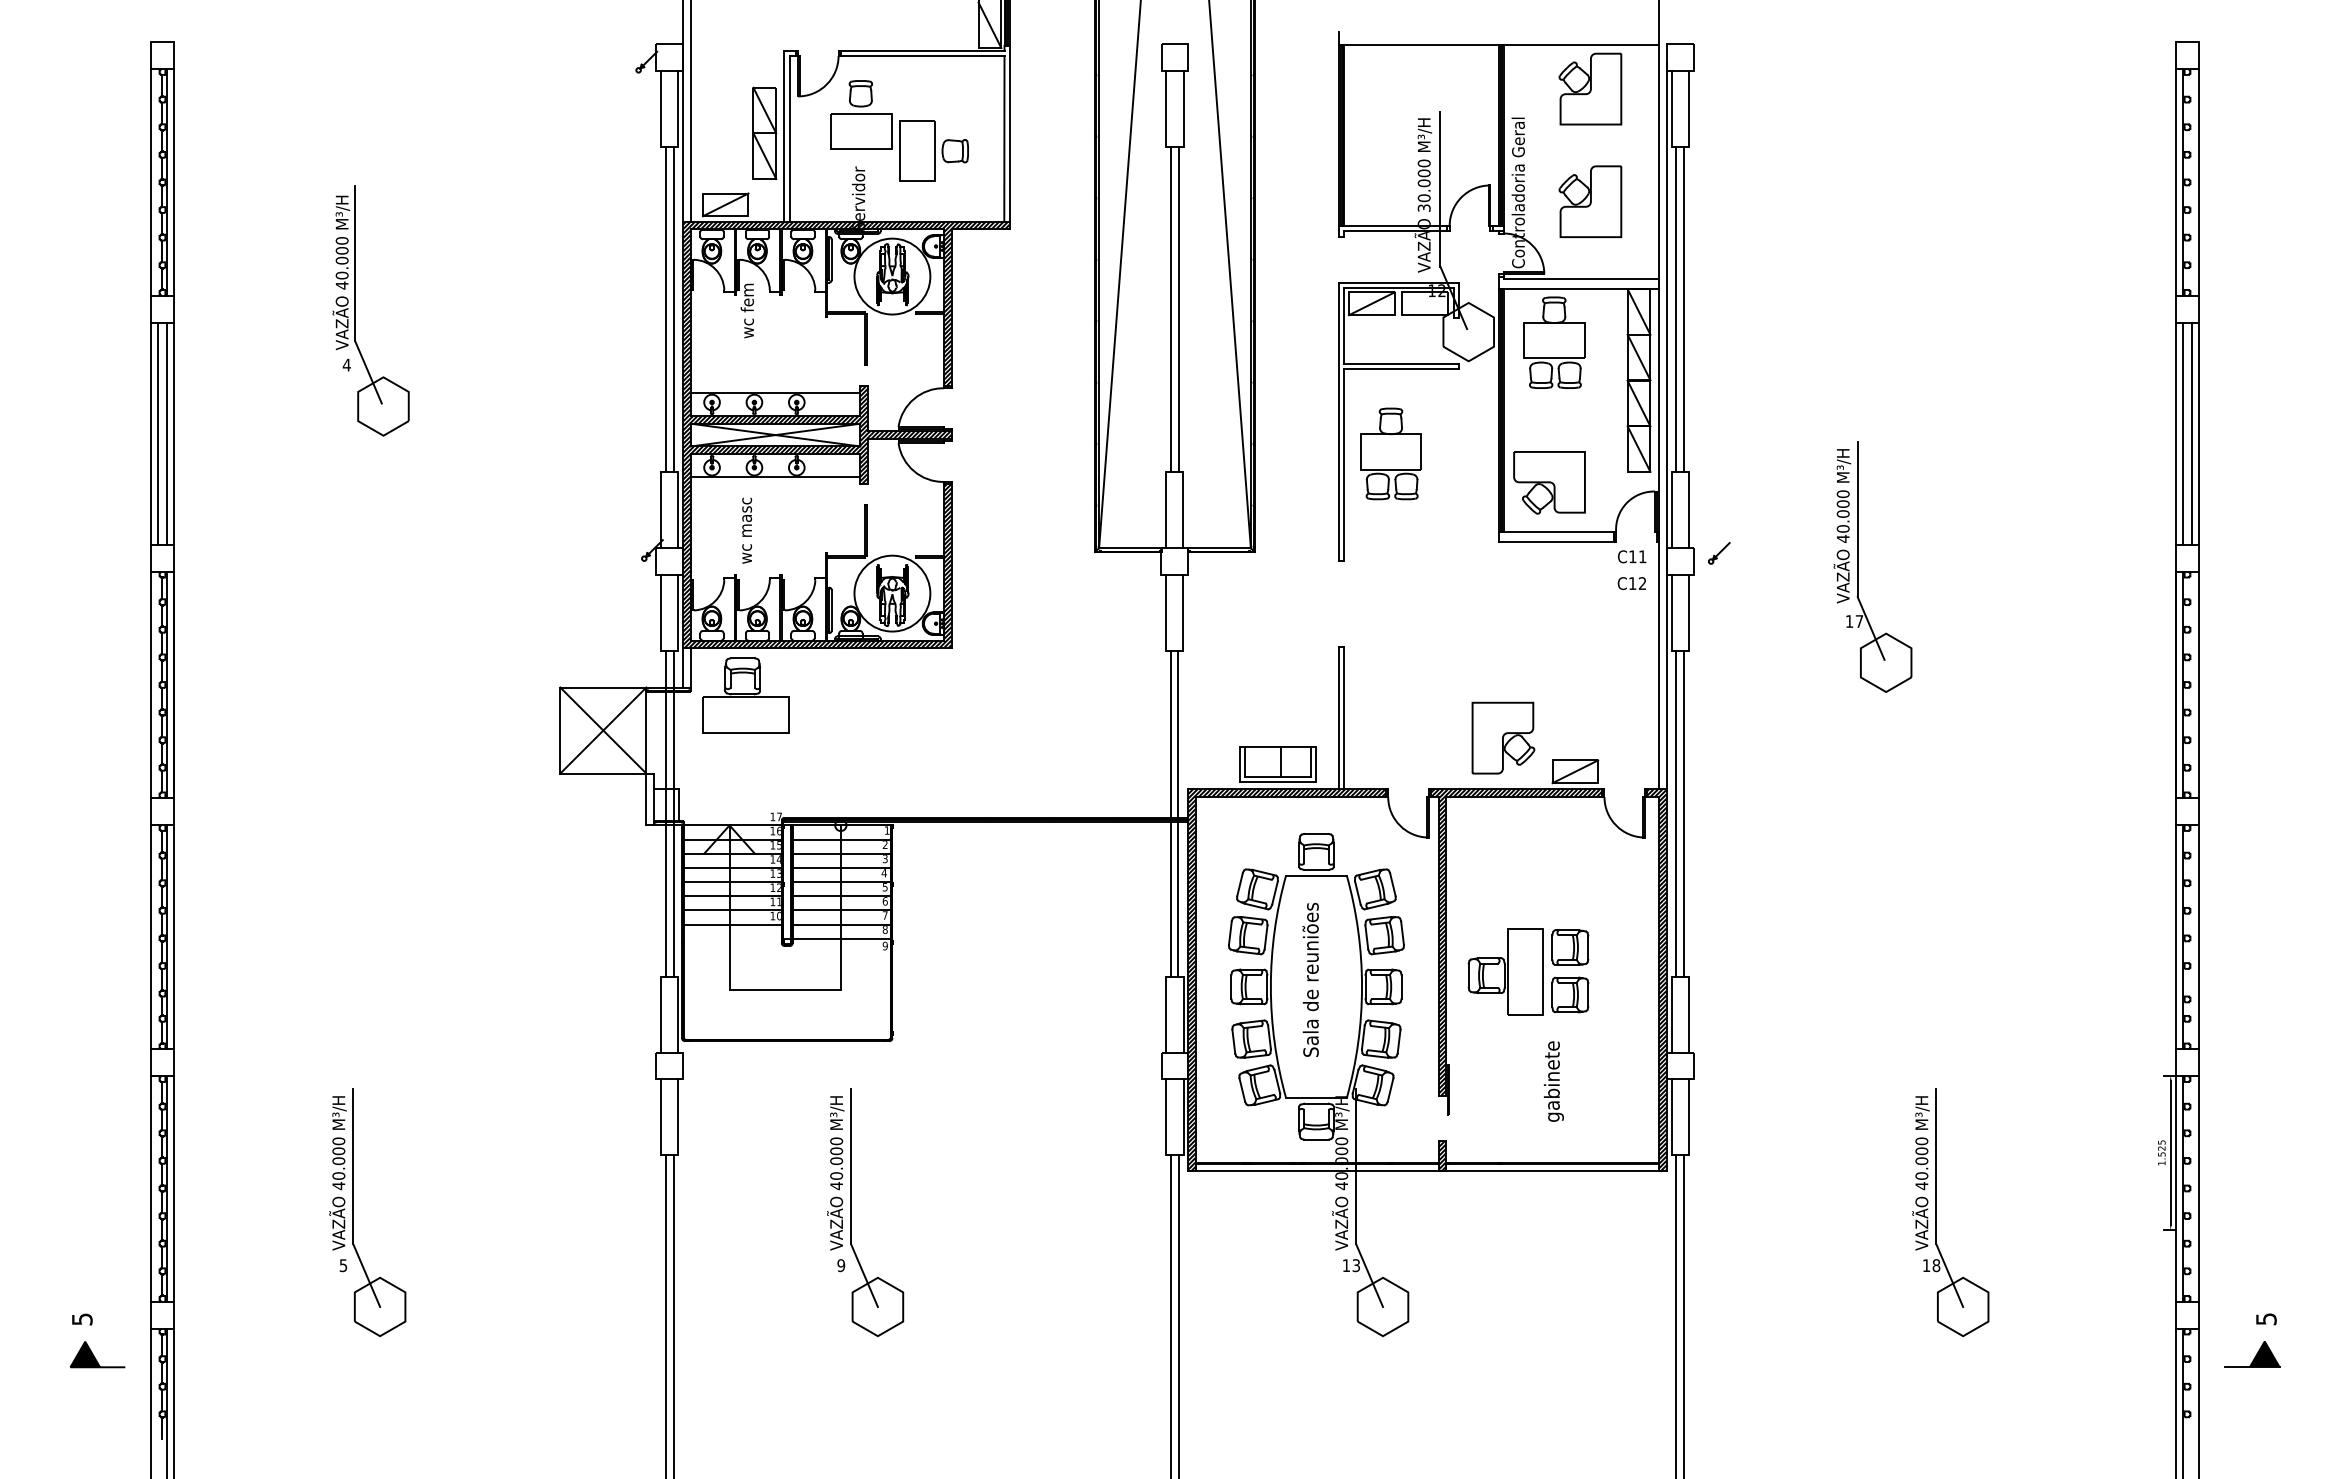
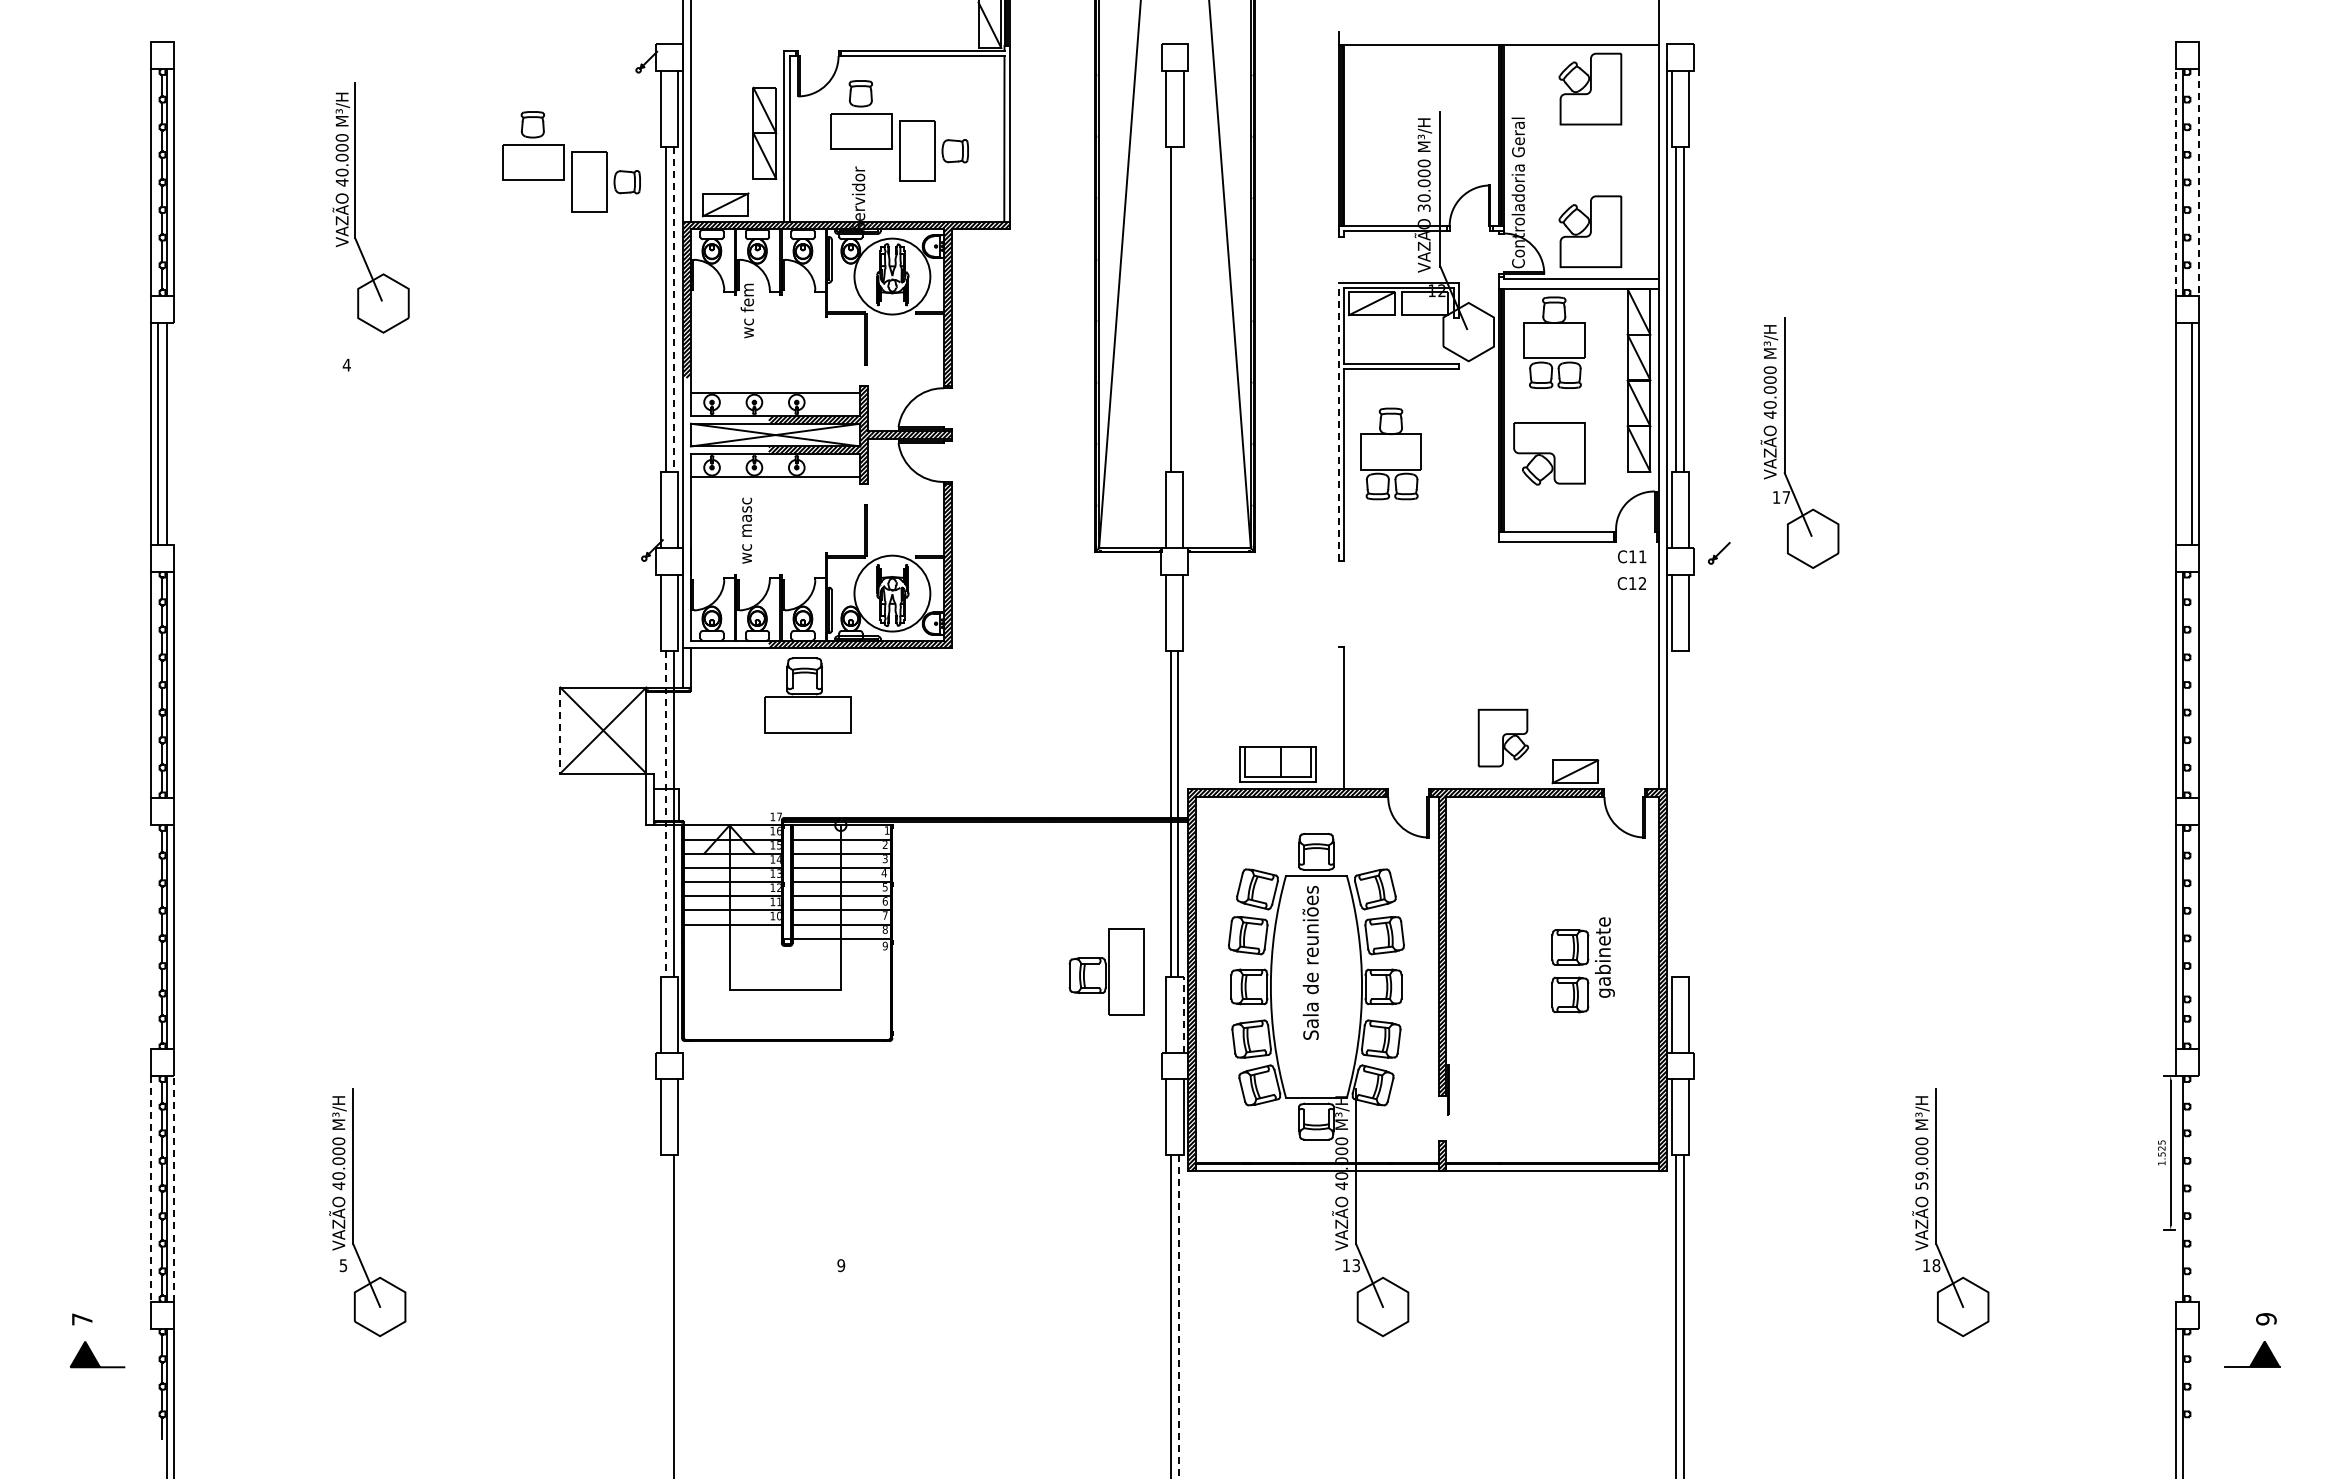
part at (571, 161): none -> present
line at (2175, 181): solid -> dashed
line at (2199, 182): solid -> dashed
part at (1590, 201) position: (1590, 201) -> (1590, 231)
line at (673, 309): solid -> dashed
line at (1178, 309): present -> none
part at (355, 310) position: (355, 310) -> (355, 207)
line at (1339, 421): solid -> dashed
line at (174, 433): present -> none
line at (2183, 433): present -> none
part at (1549, 482) position: (1549, 482) -> (1549, 453)
hatch at (725, 513): present -> none
part at (1858, 566) position: (1858, 566) -> (1785, 442)
part at (745, 695) position: (745, 695) -> (807, 695)
line at (1339, 717): present -> none
line at (560, 730): solid -> dashed
part at (1503, 737) size: 65x74 px -> 52x60 px
line at (666, 813): solid -> dashed
line at (1676, 813): present -> none
line at (1683, 813): present -> none
line at (150, 937): present -> none
part at (1505, 971) position: (1505, 971) -> (1106, 971)
text at (1310, 979) position: (1310, 979) -> (1310, 962)
line at (1183, 1014): solid -> dashed
text at (1553, 1081) position: (1553, 1081) -> (1604, 957)
text at (1921, 1181): 40 -> 59
line at (150, 1188): solid -> dashed
line at (174, 1188): solid -> dashed
line at (2175, 1188): present -> none
line at (2199, 1188): present -> none
part at (851, 1212): present -> none
line at (666, 1315): present -> none
line at (1178, 1317): solid -> dashed
text at (82, 1319): 5 -> 7
text at (2266, 1319): 5 -> 9
line at (150, 1401): present -> none
line at (2199, 1401): present -> none
